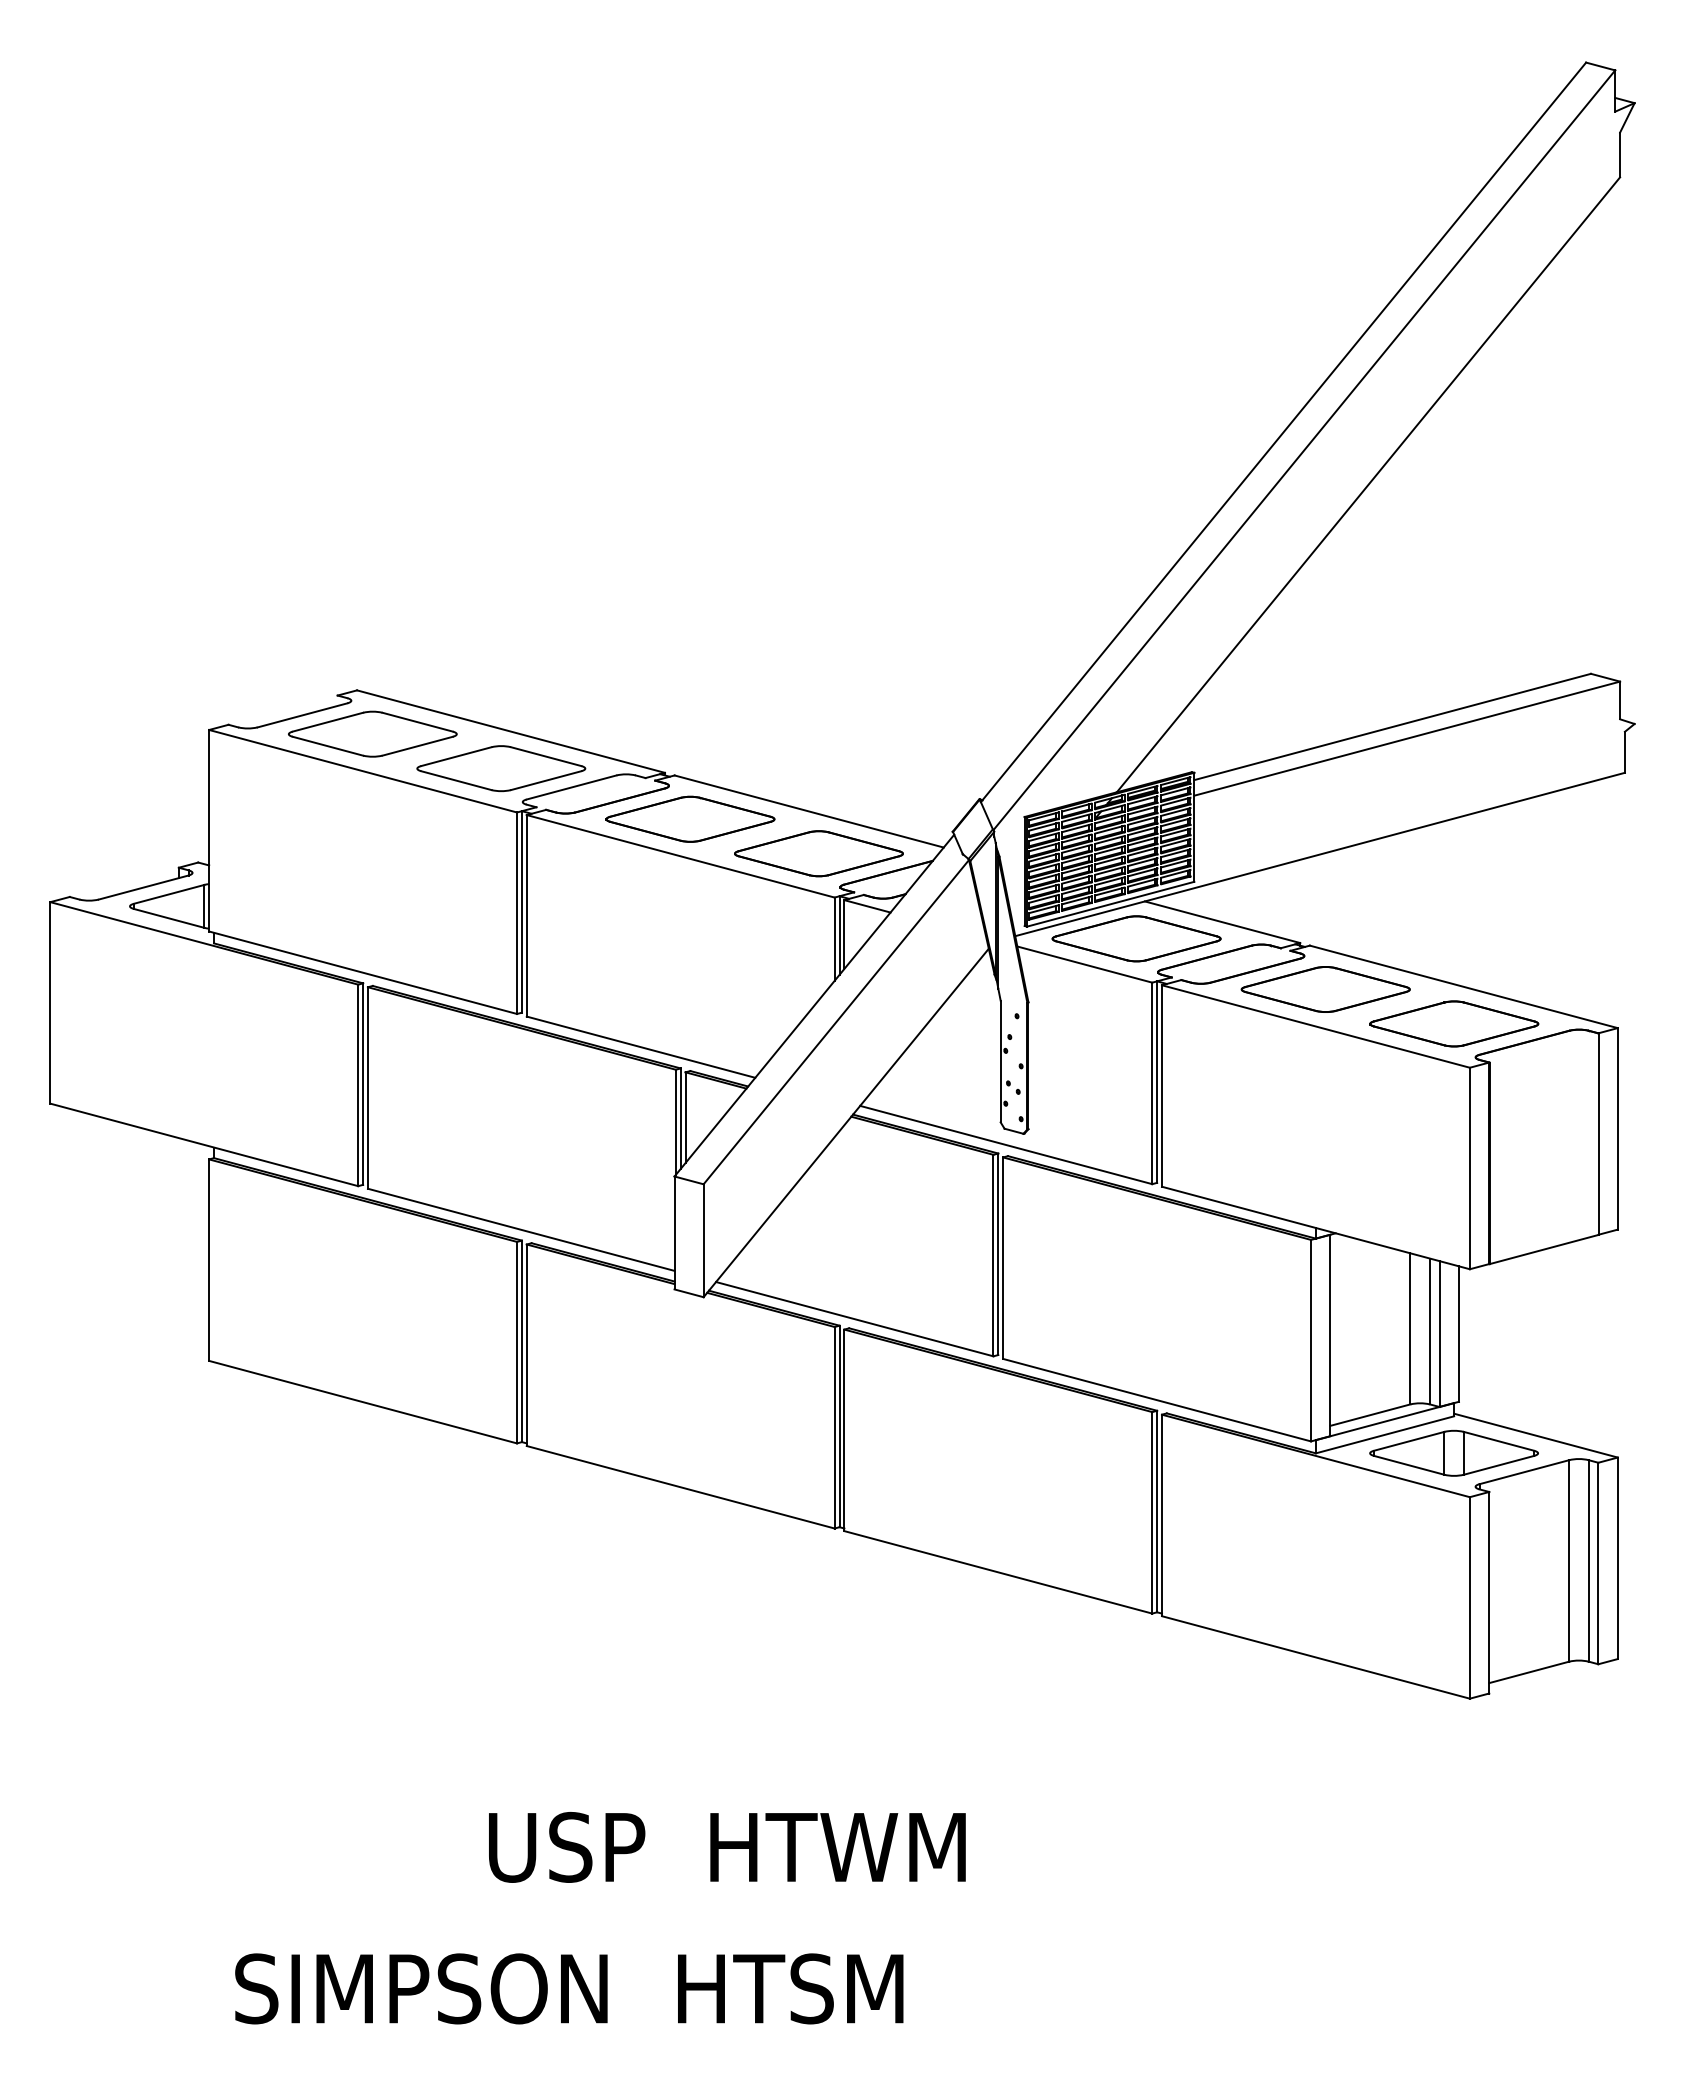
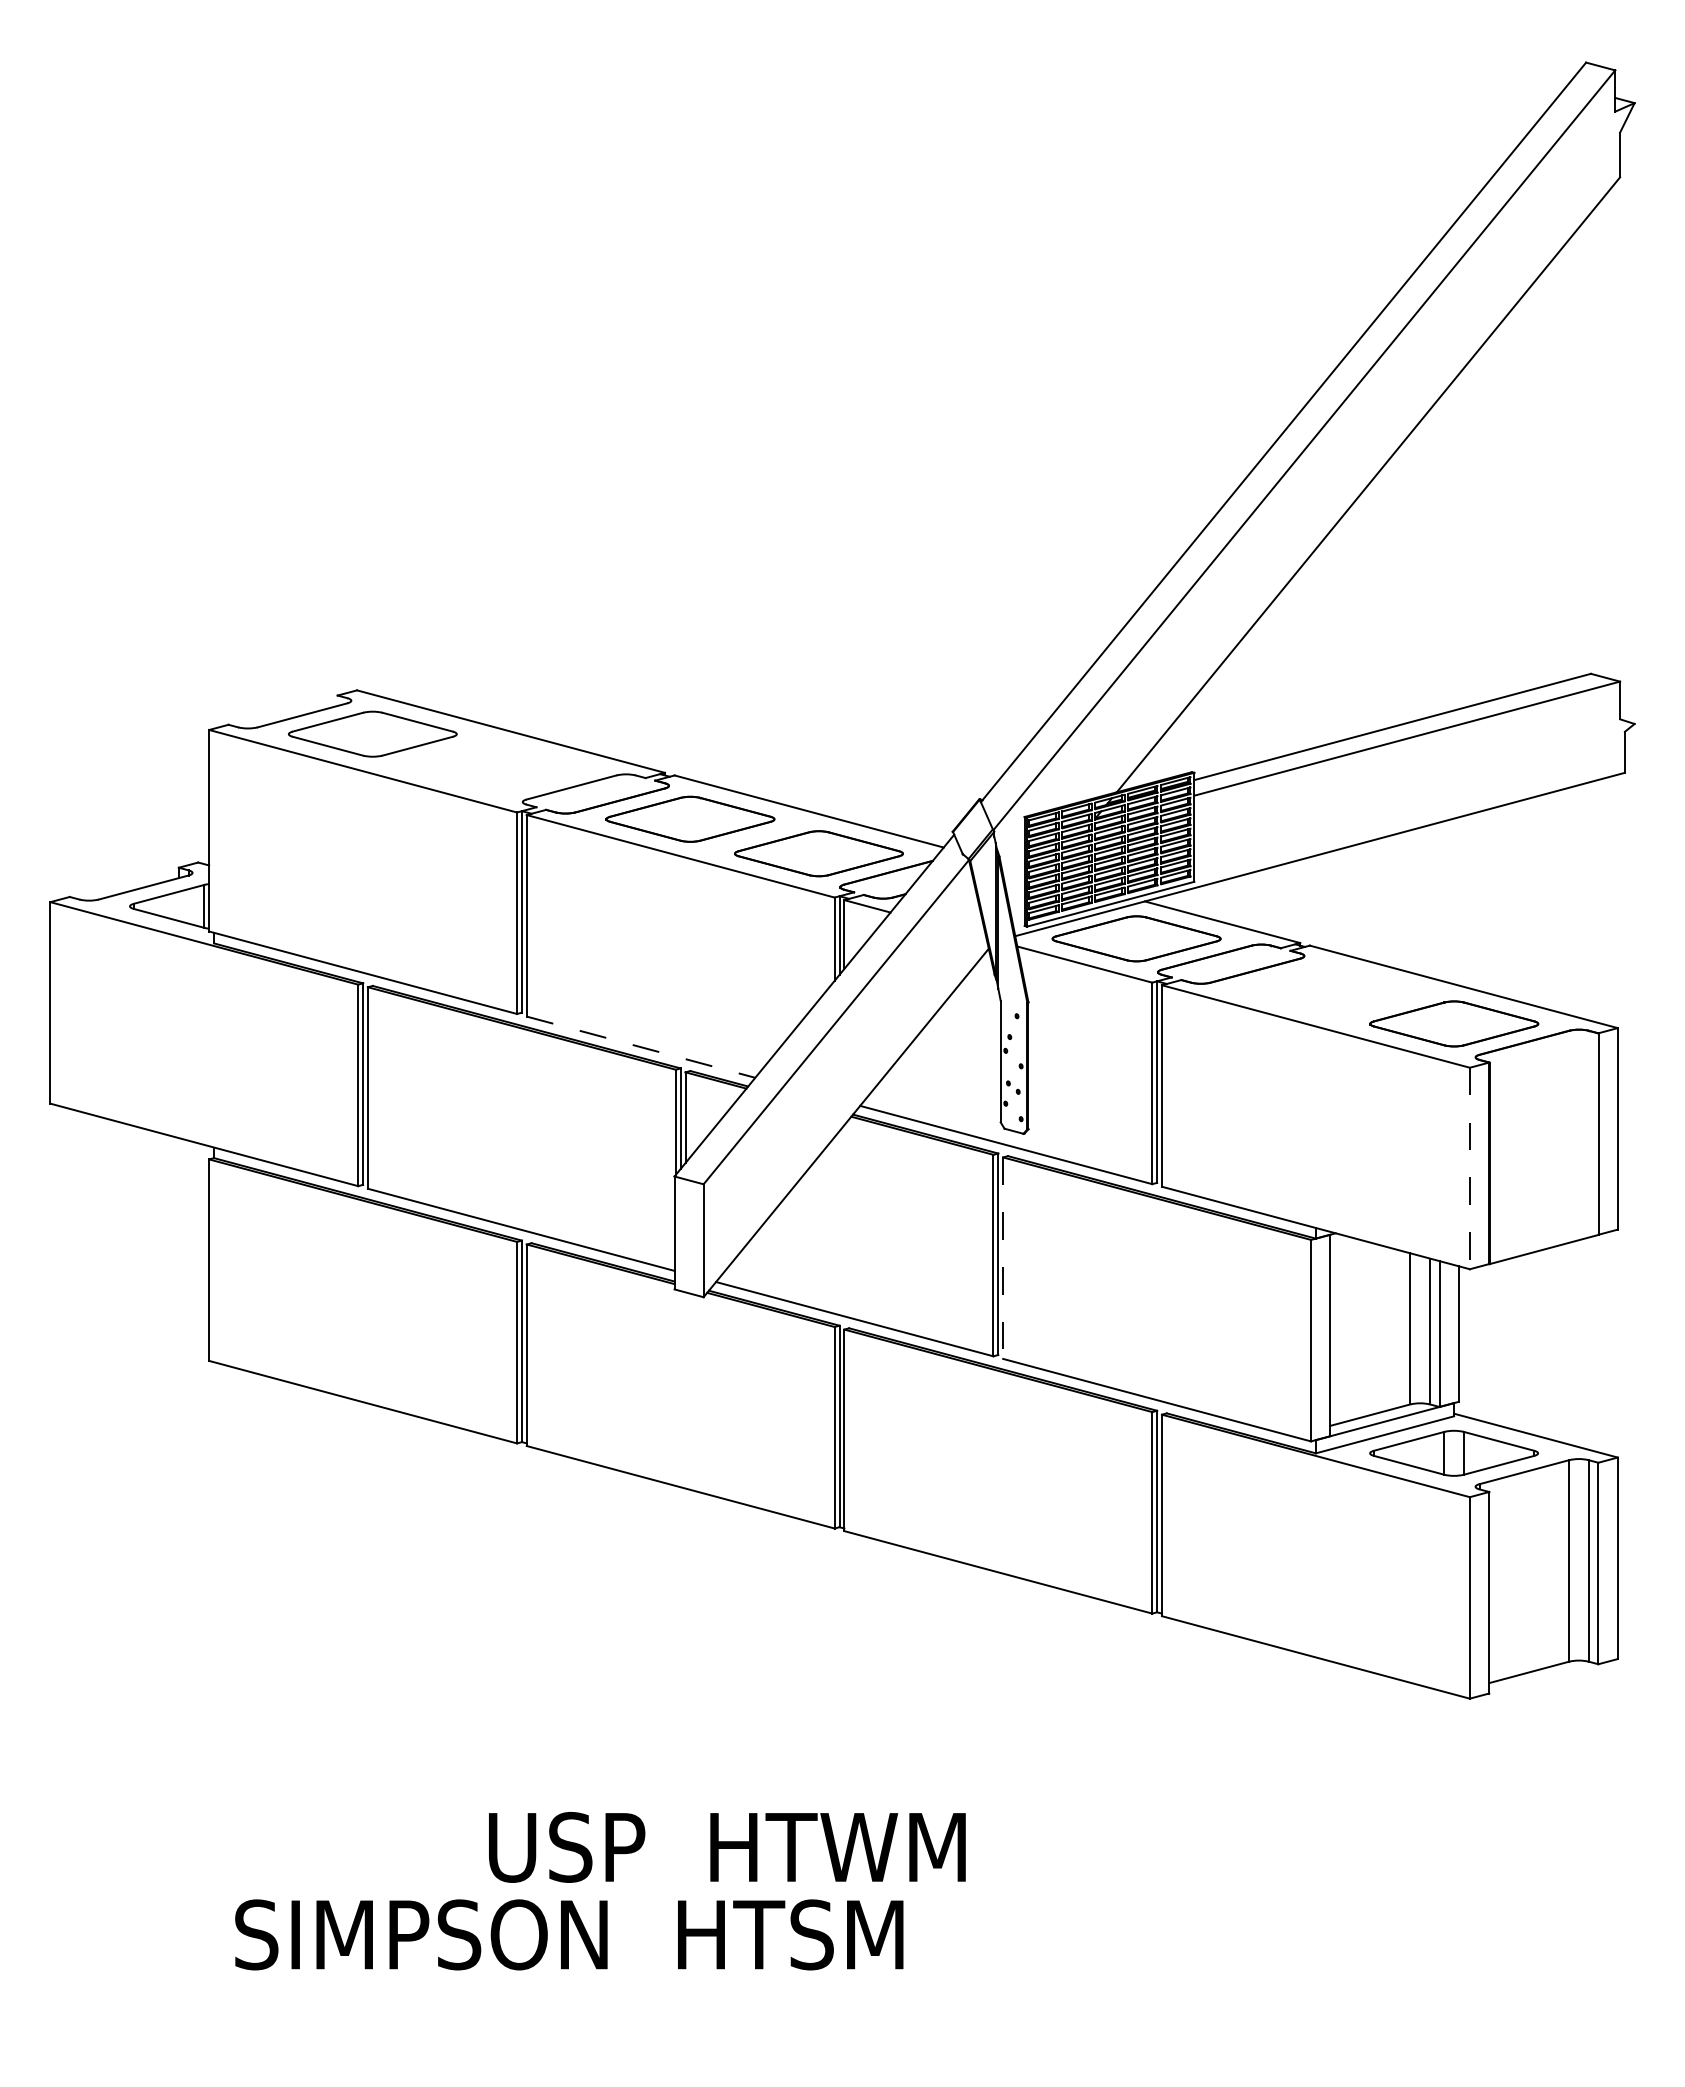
part at (501, 768): present -> none
part at (1325, 989): present -> none
line at (641, 1047): solid -> dashed
line at (1469, 1168): solid -> dashed
line at (1003, 1258): solid -> dashed
text at (569, 1988) position: (569, 1988) -> (569, 1934)
